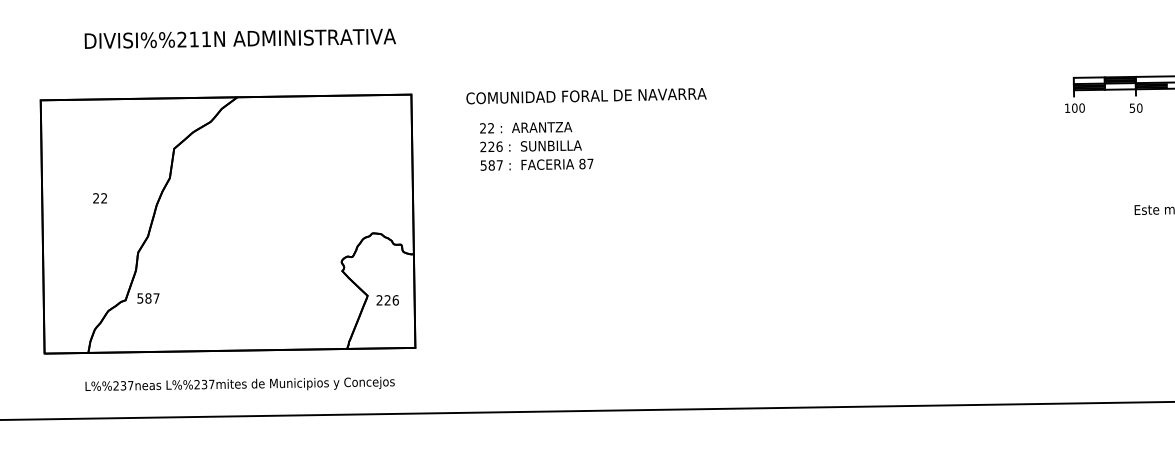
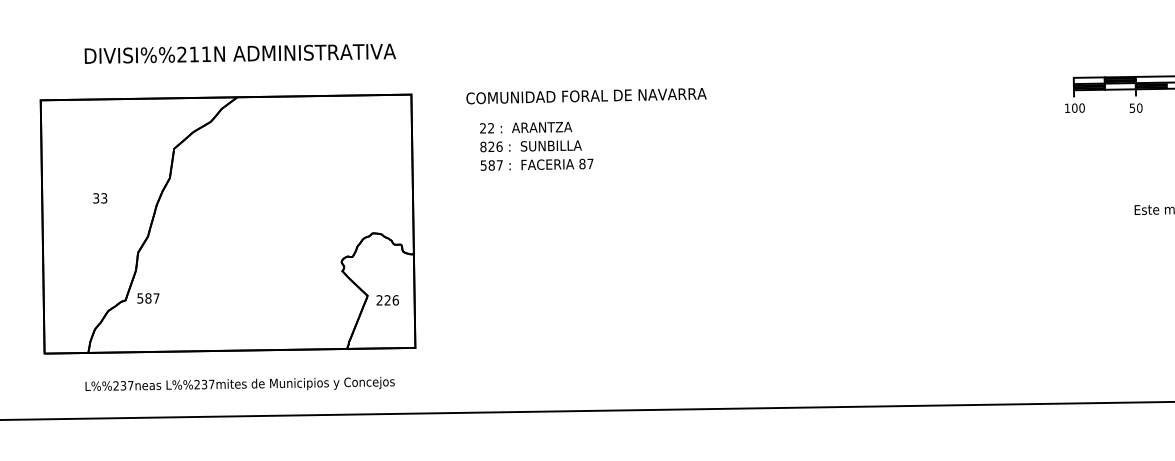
text at (239, 38) position: (239, 38) -> (239, 53)
text at (483, 146): 226 -> 826
text at (100, 198): 22 -> 33
